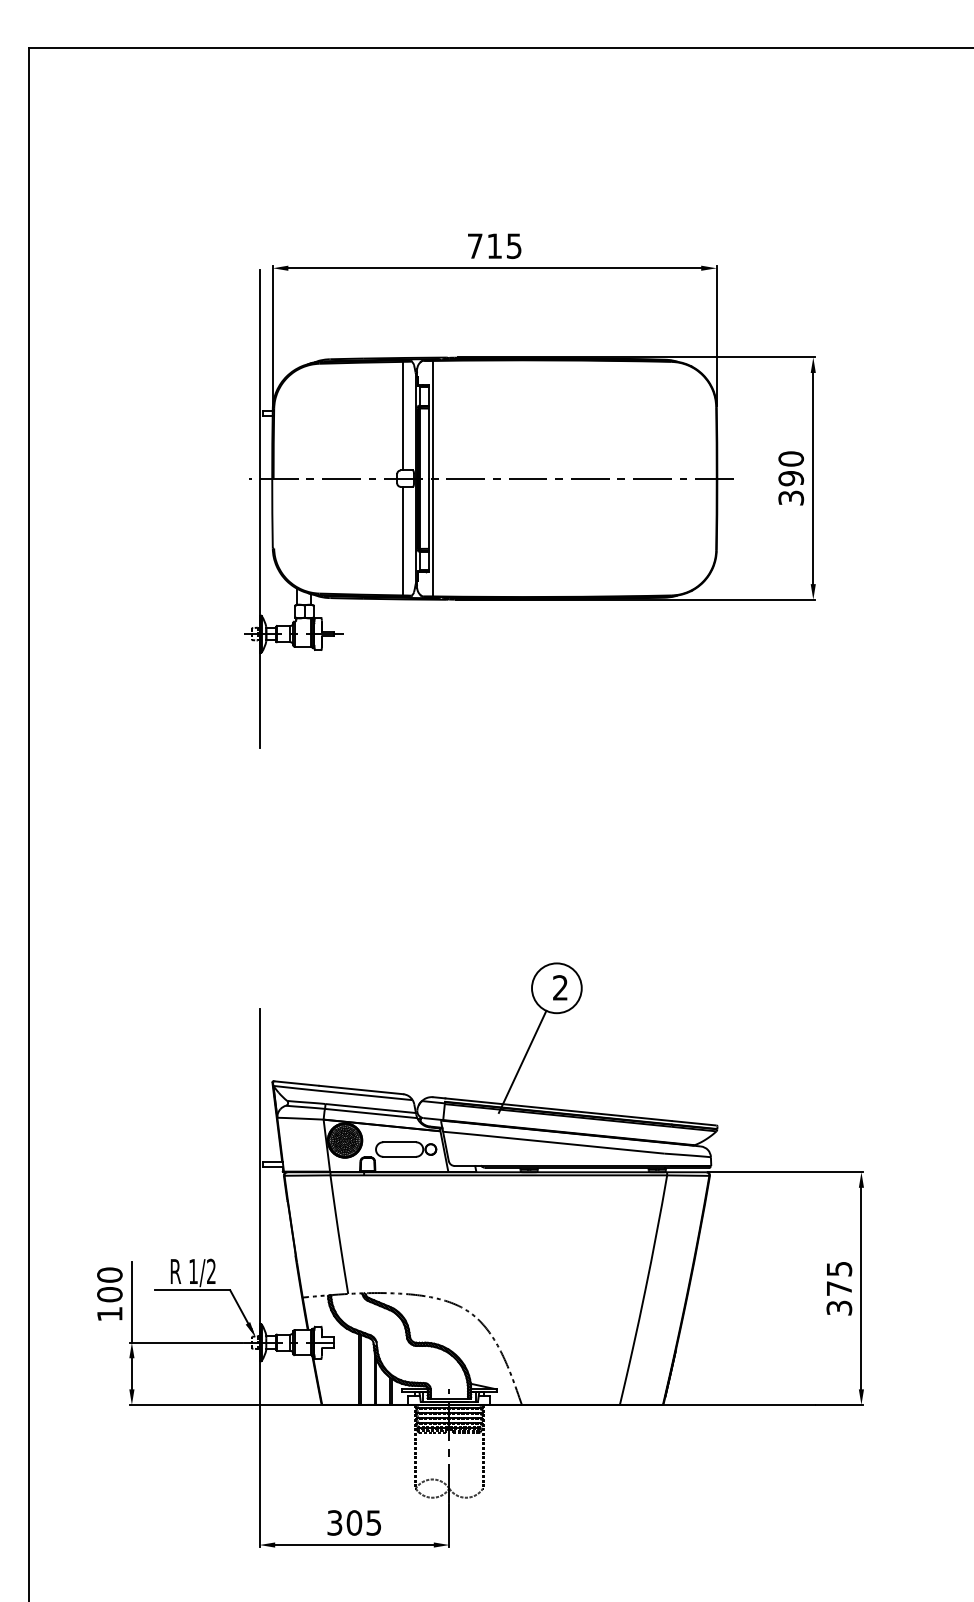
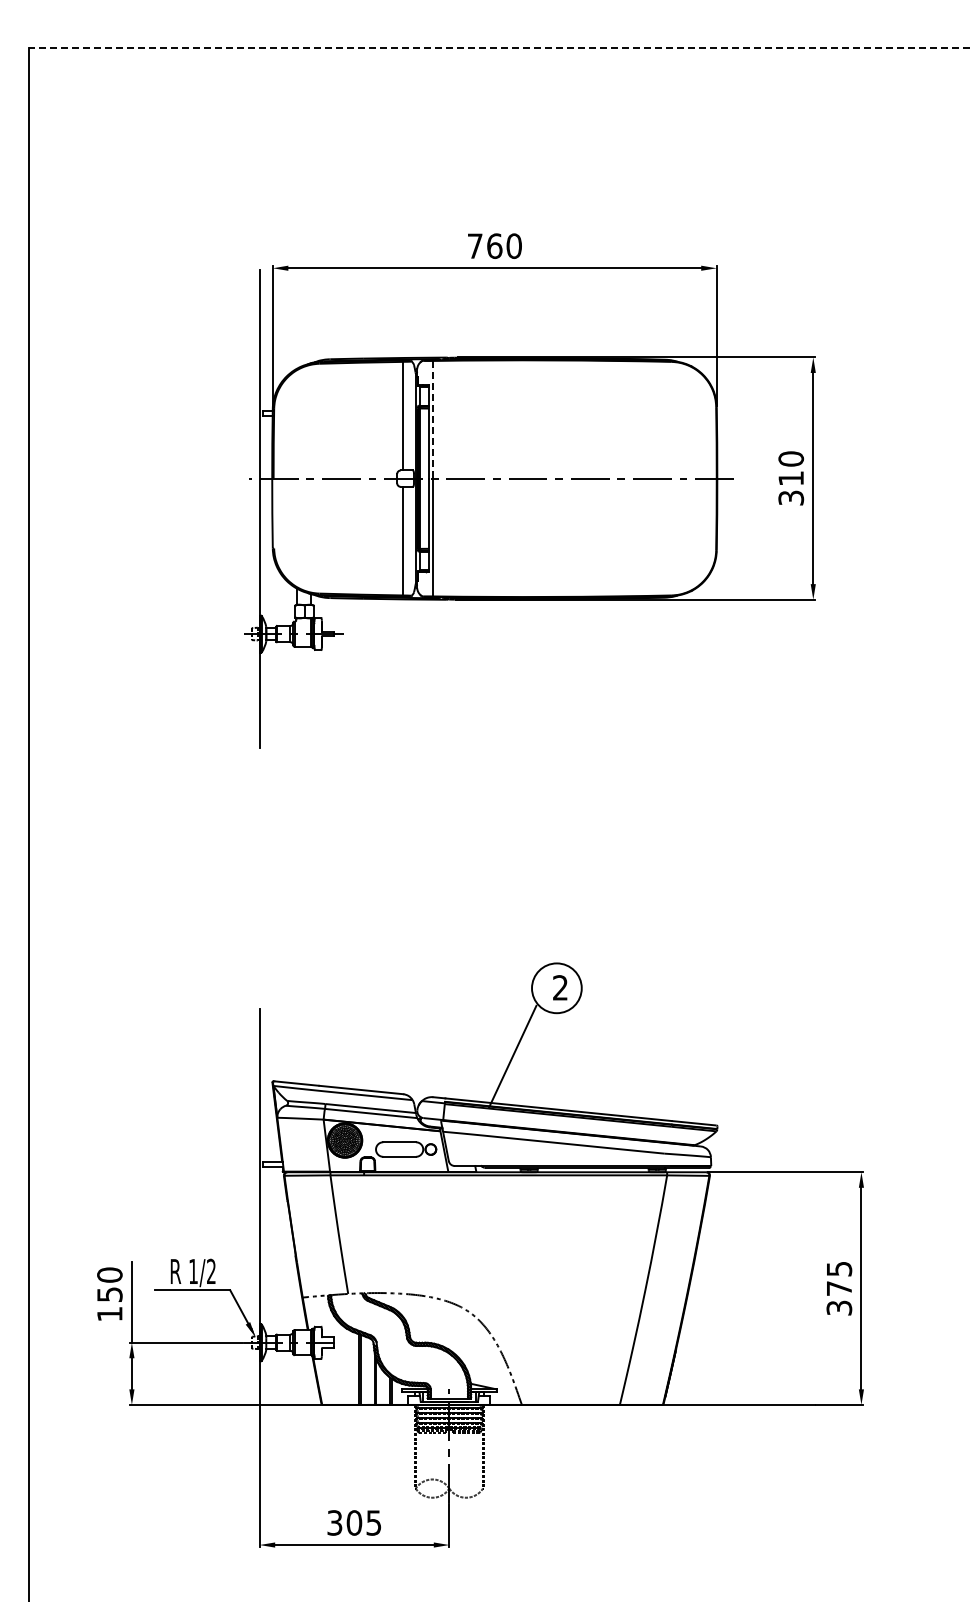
line at (501, 48): solid -> dashed
text at (504, 246): 715 -> 760
line at (433, 419): solid -> dashed
text at (791, 478): 390 -> 310
line at (522, 1061) position: (522, 1061) -> (512, 1056)
text at (109, 1294): 100 -> 150
